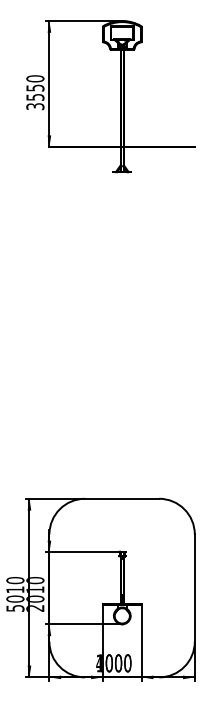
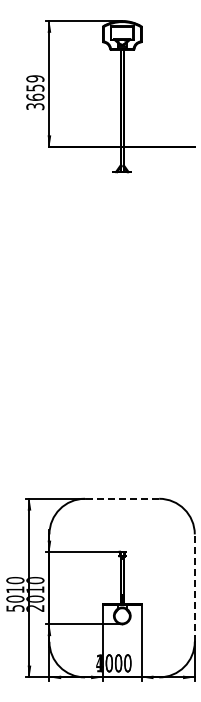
text at (35, 87): 3550 -> 3659
line at (121, 498): solid -> dashed
line at (194, 588): solid -> dashed
